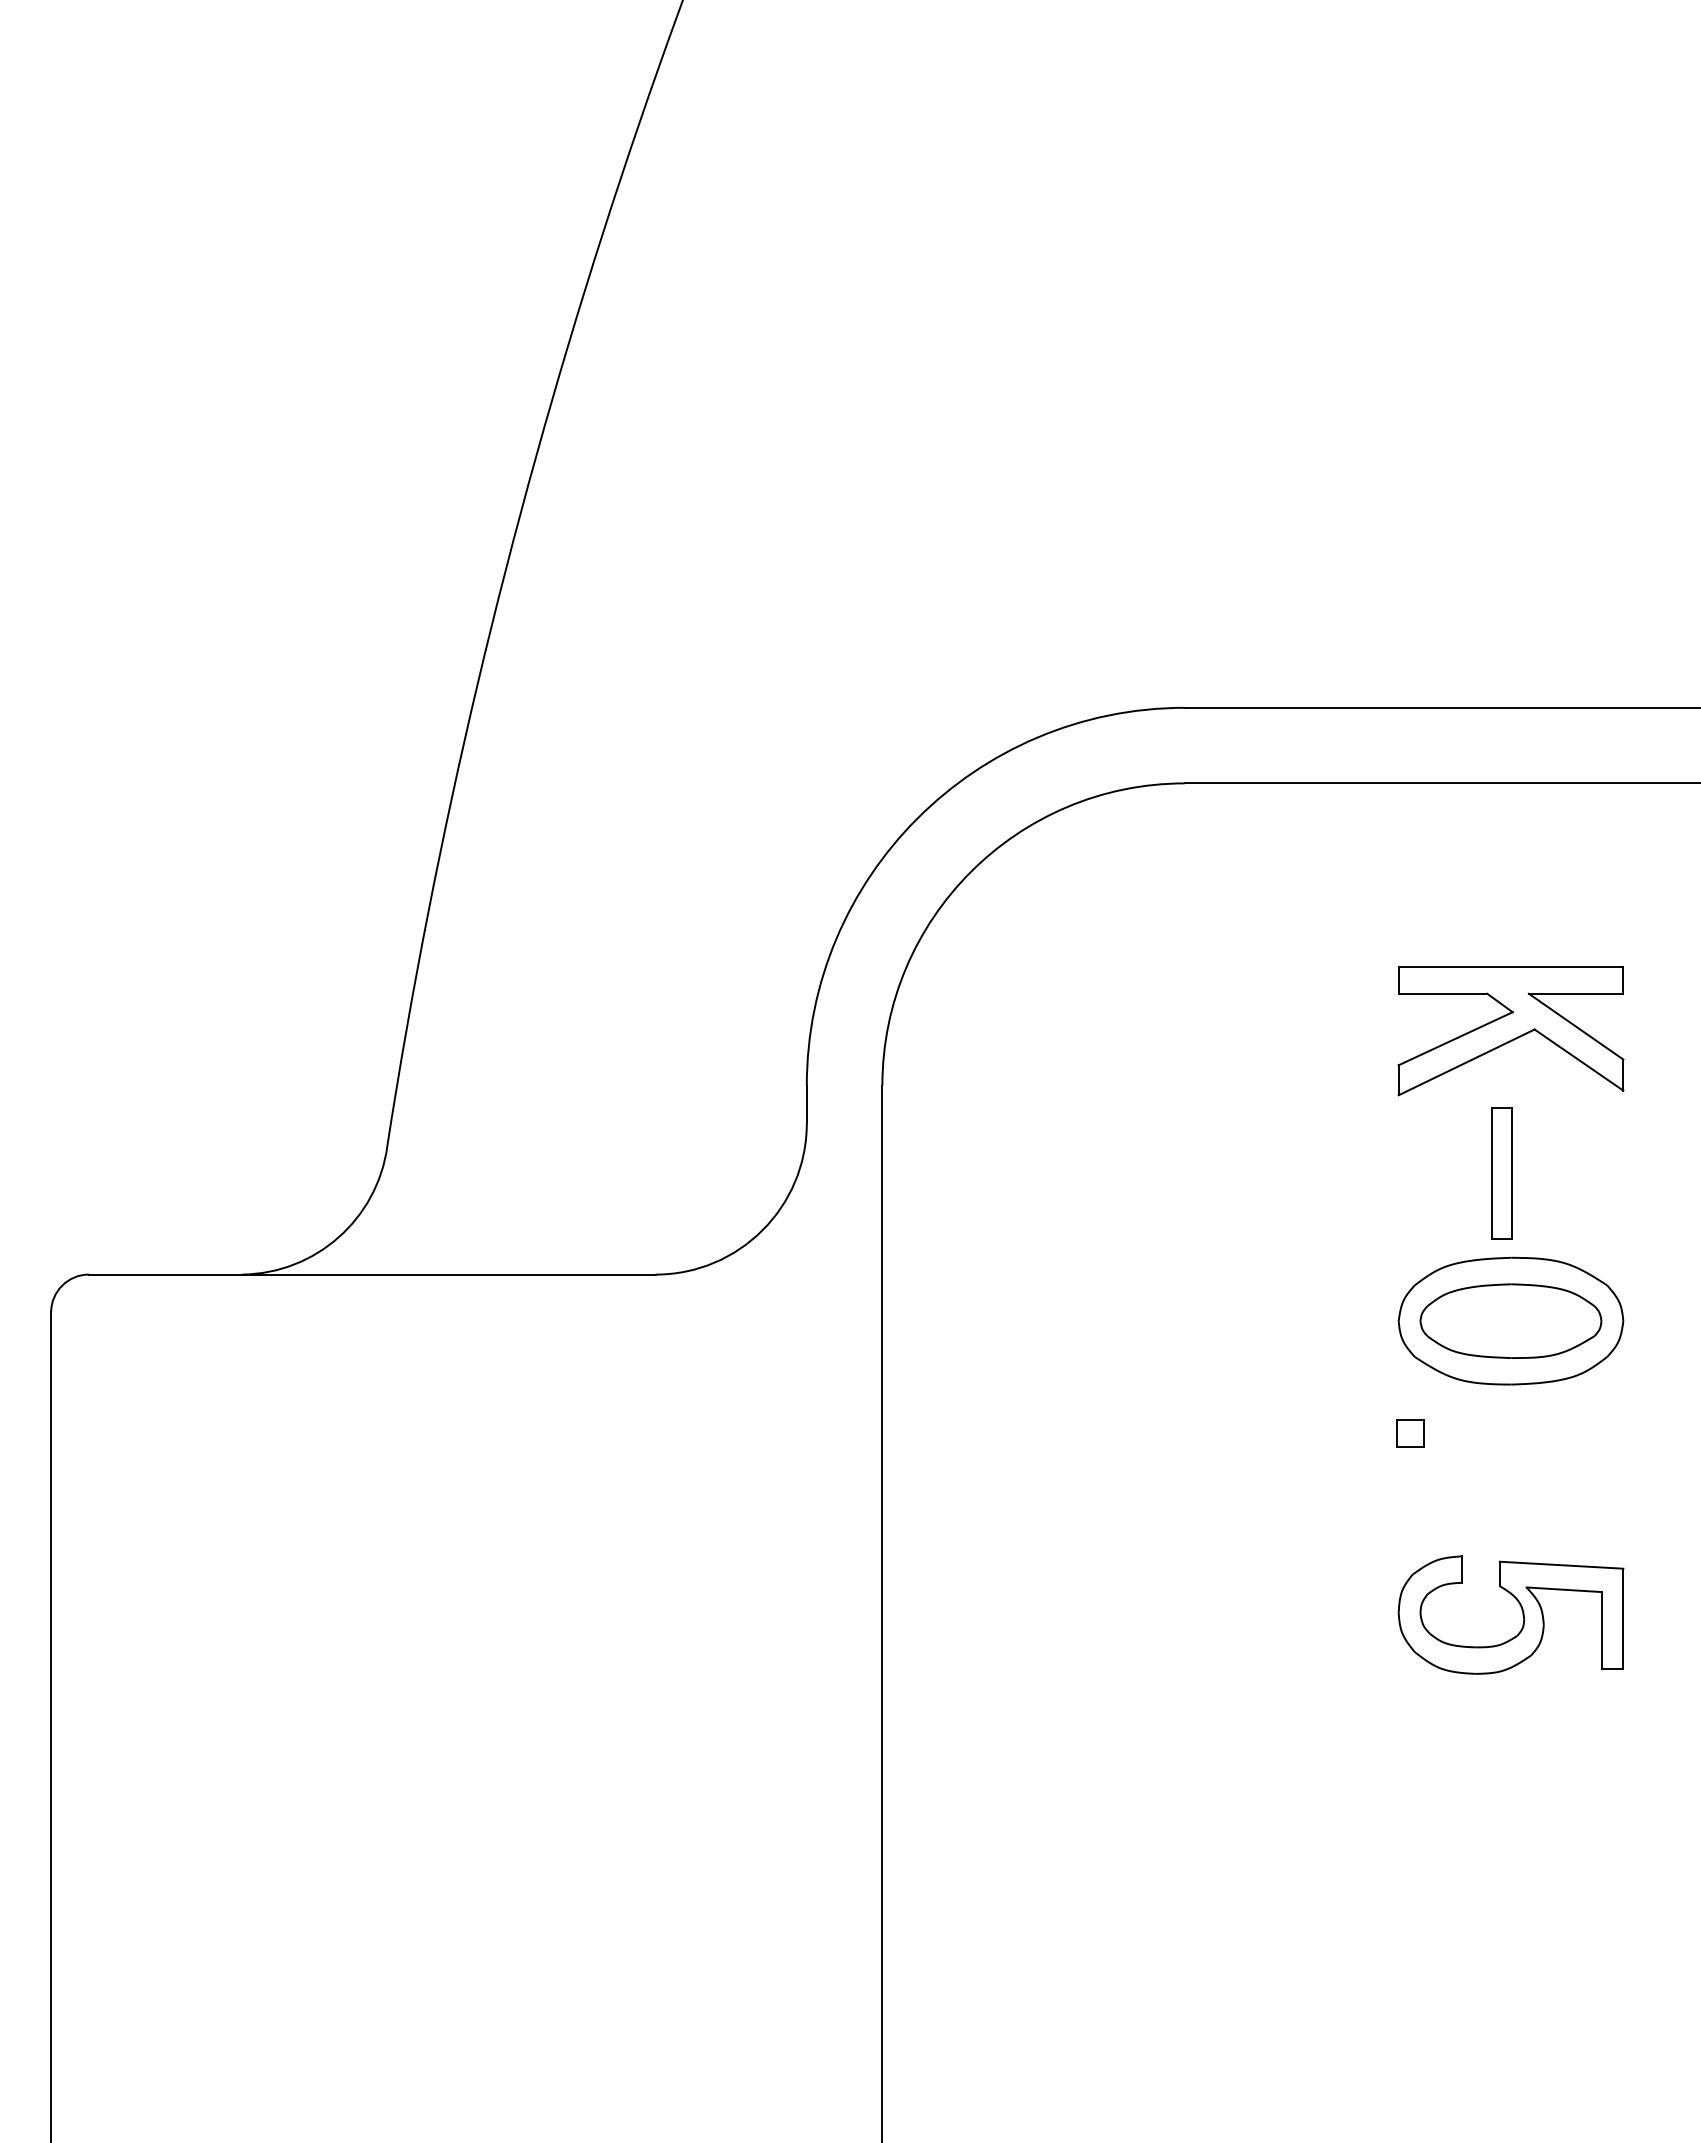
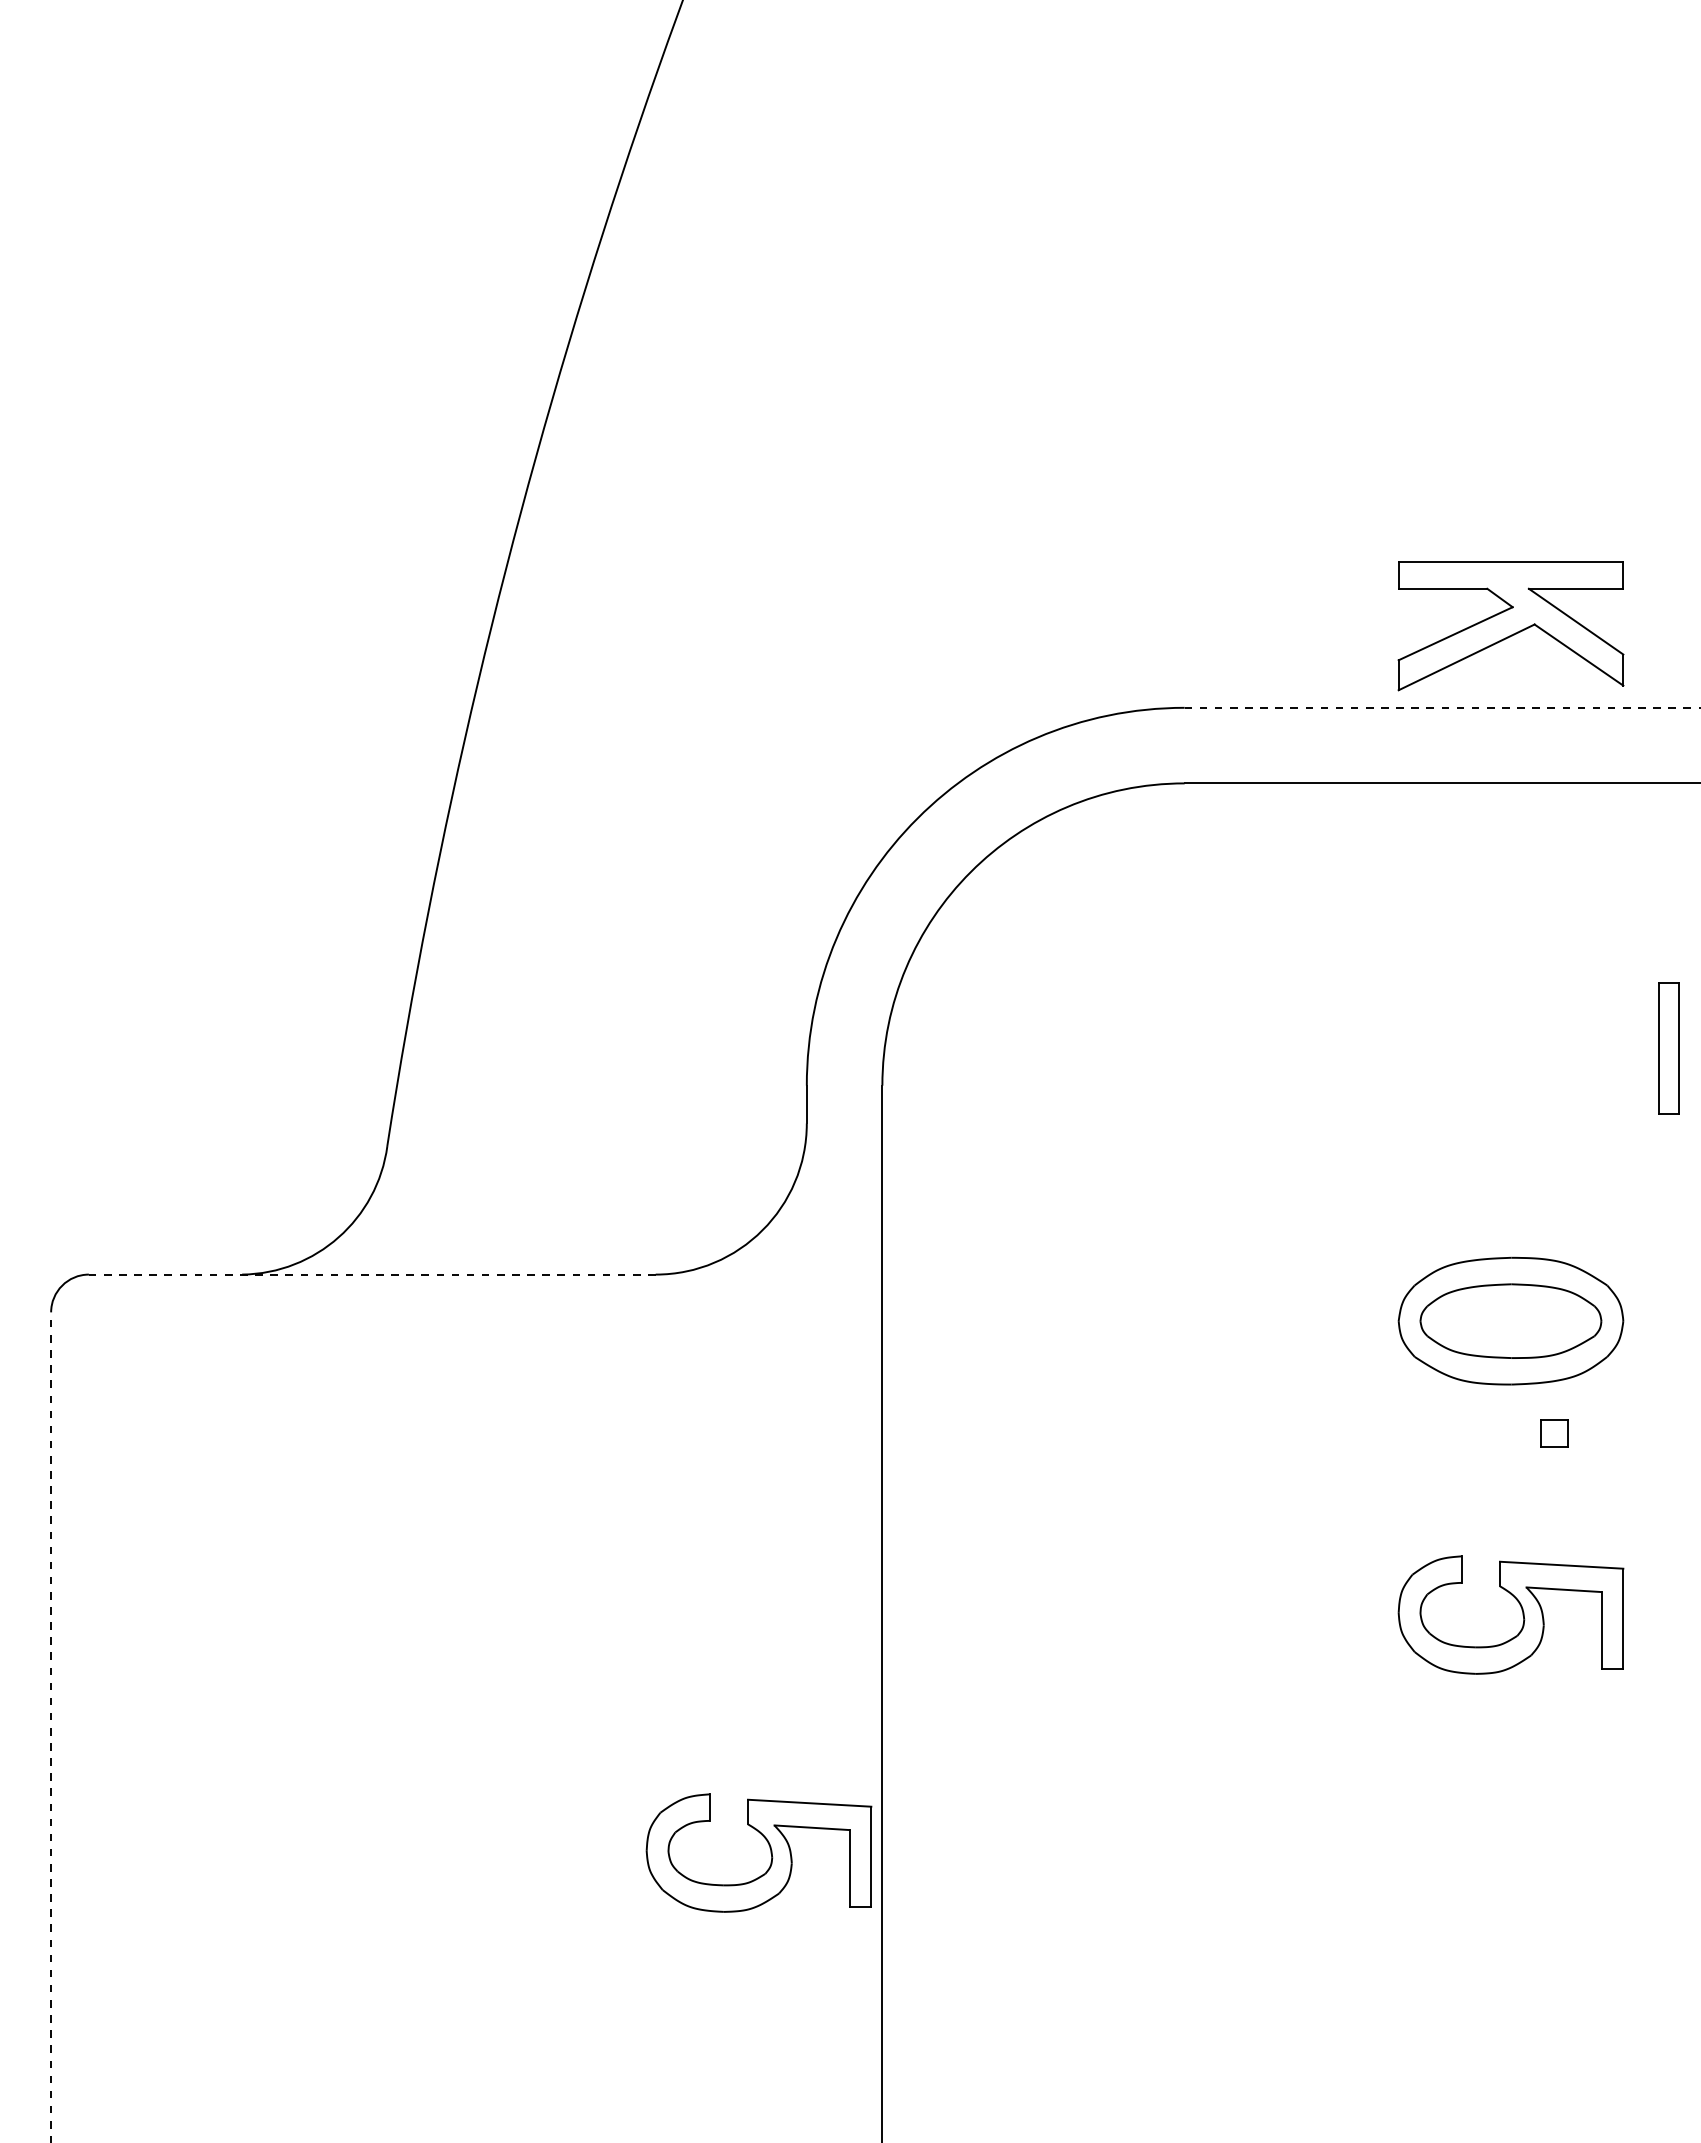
line at (1442, 707): solid -> dashed
part at (1510, 1031) position: (1510, 1031) -> (1510, 626)
part at (1501, 1173) position: (1501, 1173) -> (1668, 1048)
line at (371, 1274): solid -> dashed
part at (1410, 1433) position: (1410, 1433) -> (1554, 1433)
line at (51, 1727): solid -> dashed
part at (769, 1848): none -> present
